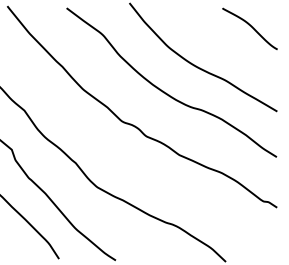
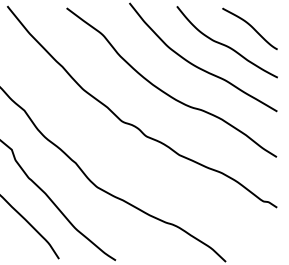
curve at (225, 44): none -> present
